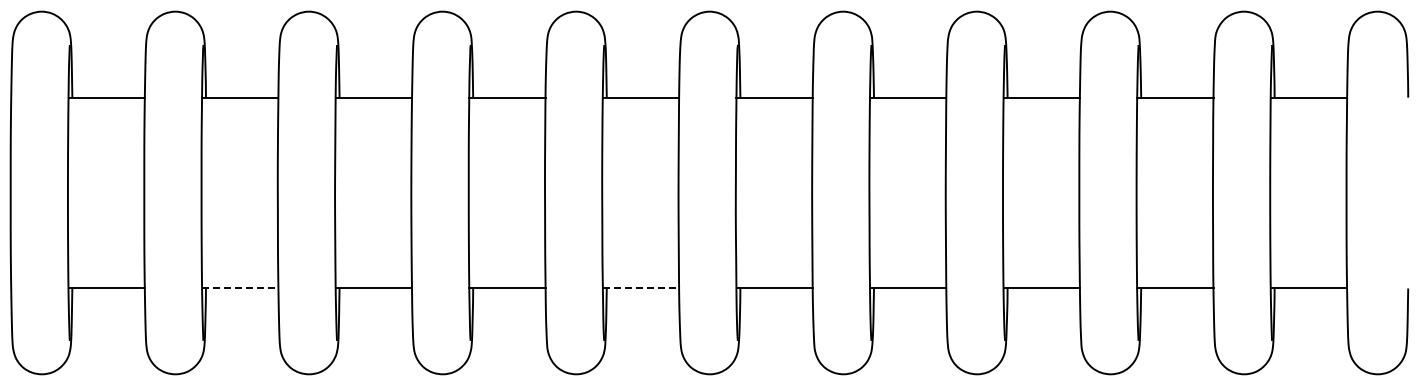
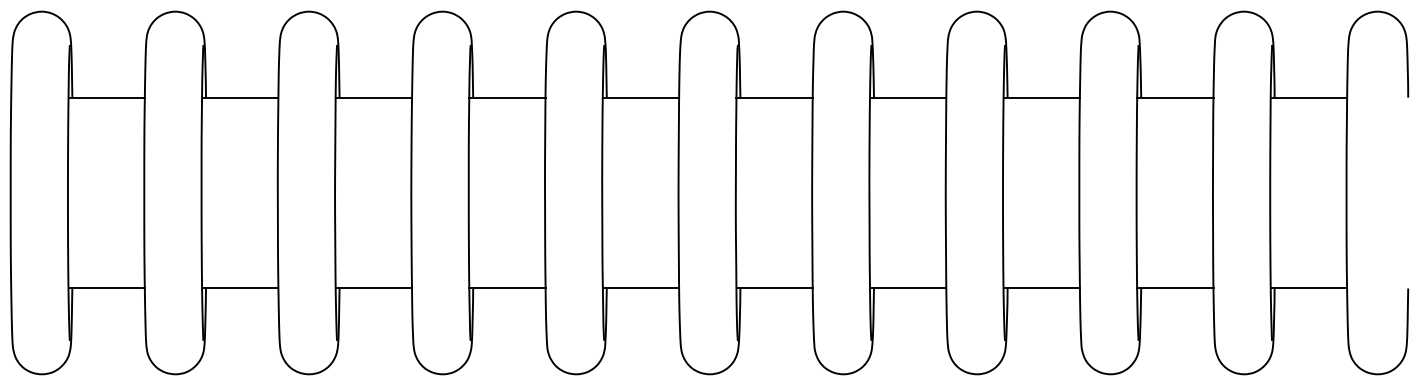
line at (240, 288): dashed -> solid
line at (641, 288): dashed -> solid
